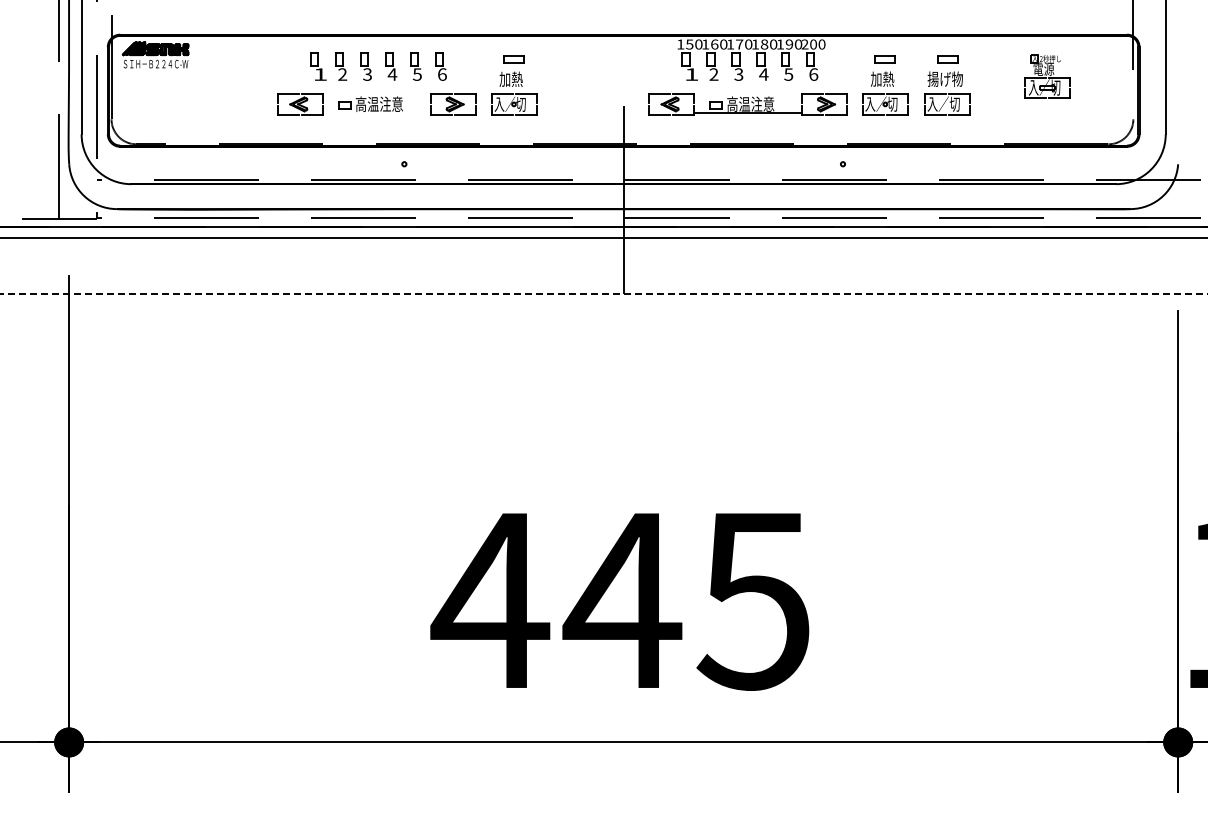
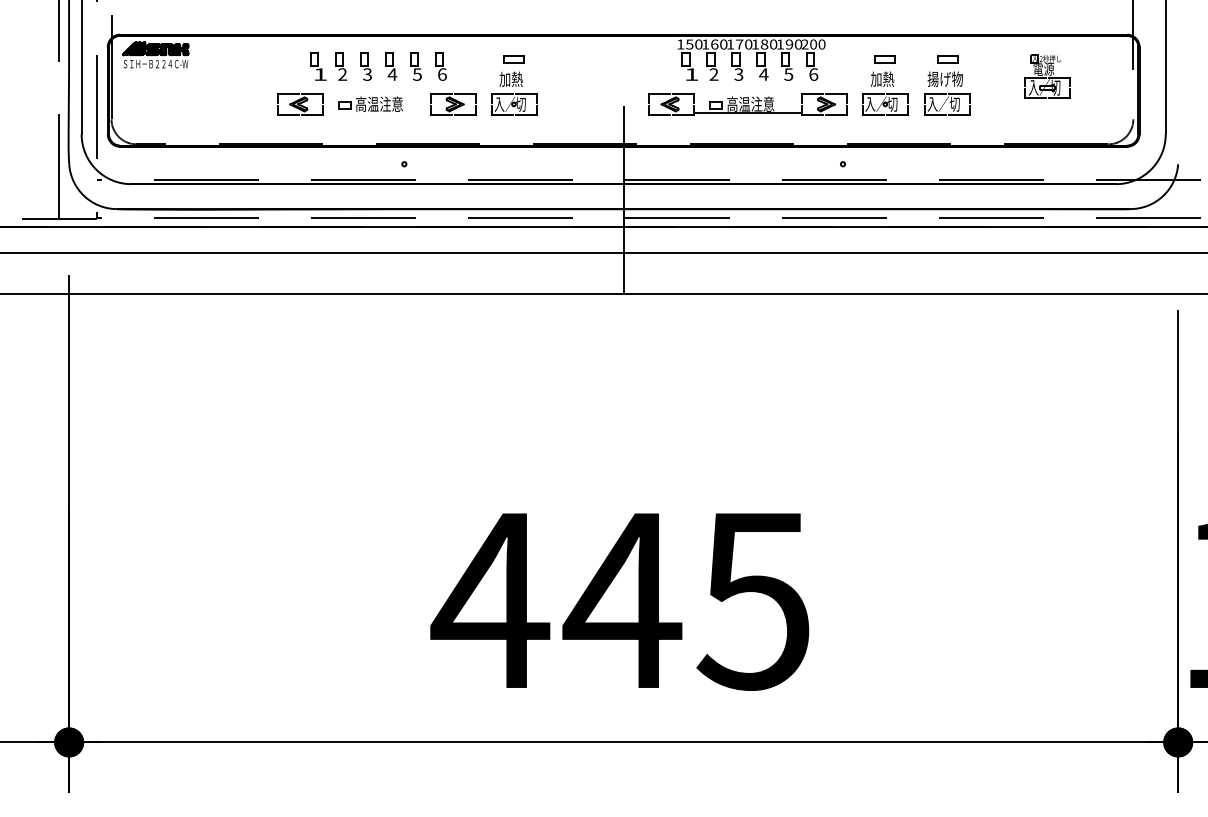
line at (603, 237) position: (603, 237) -> (603, 252)
line at (604, 293): dashed -> solid
